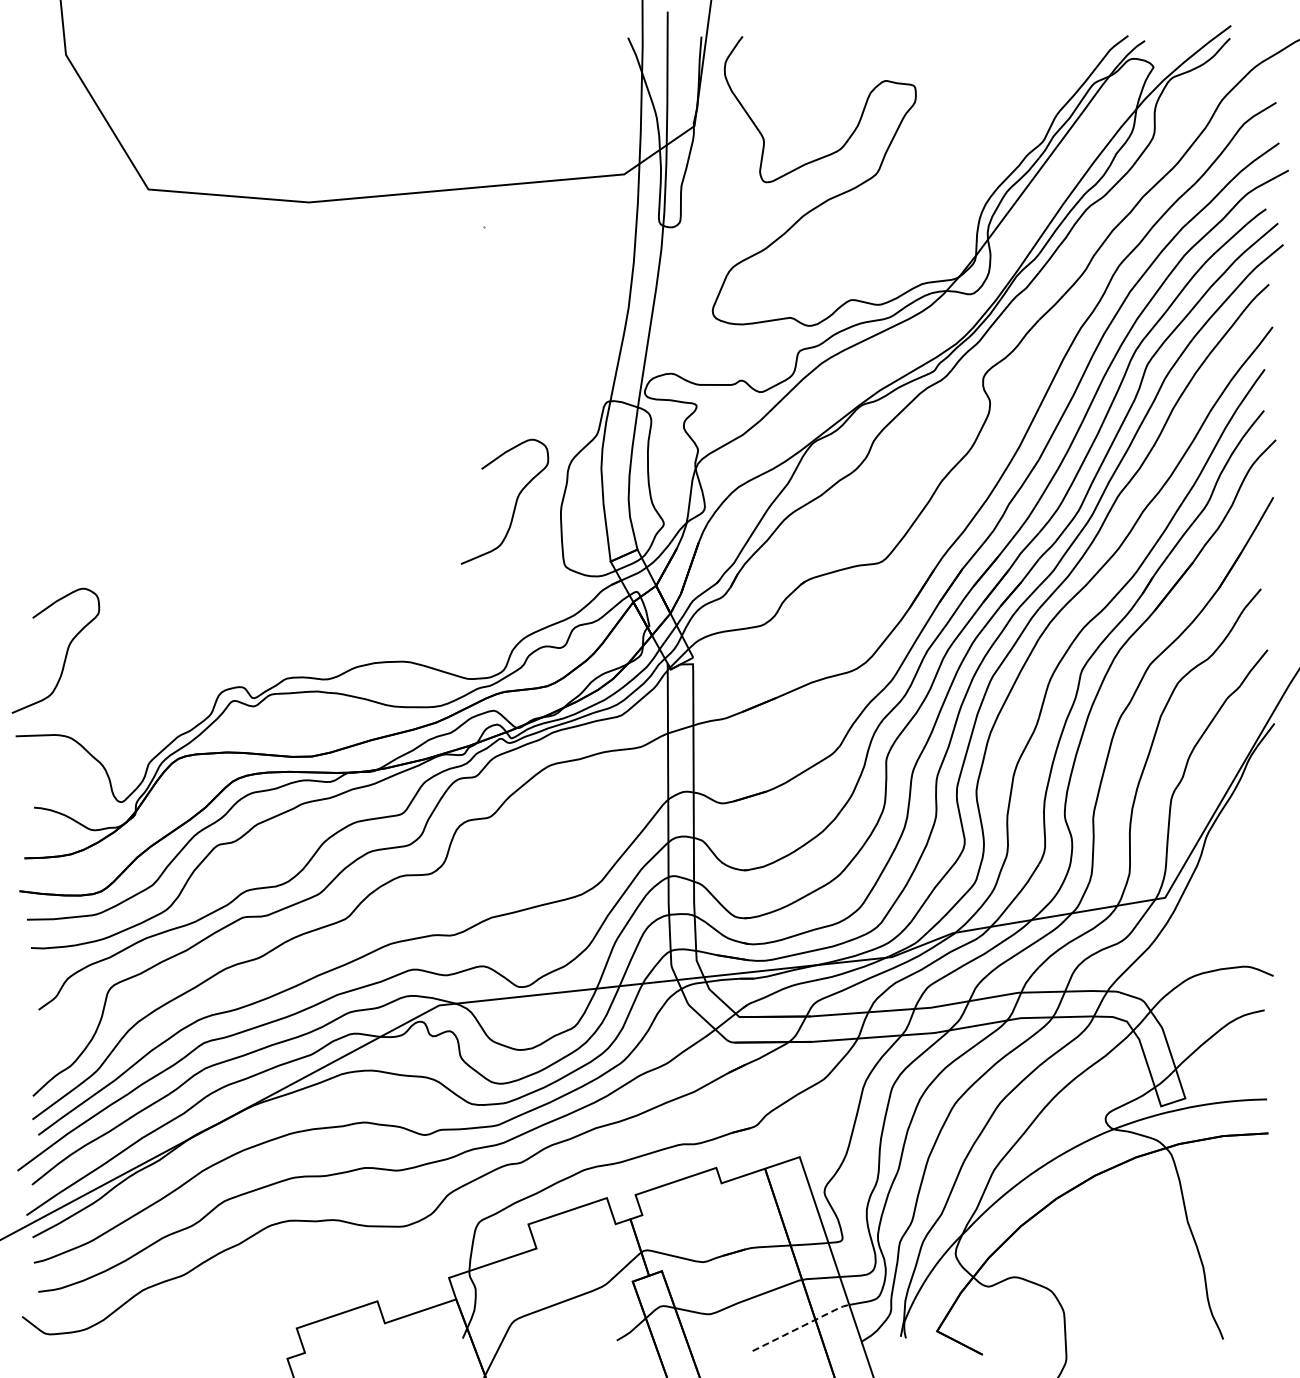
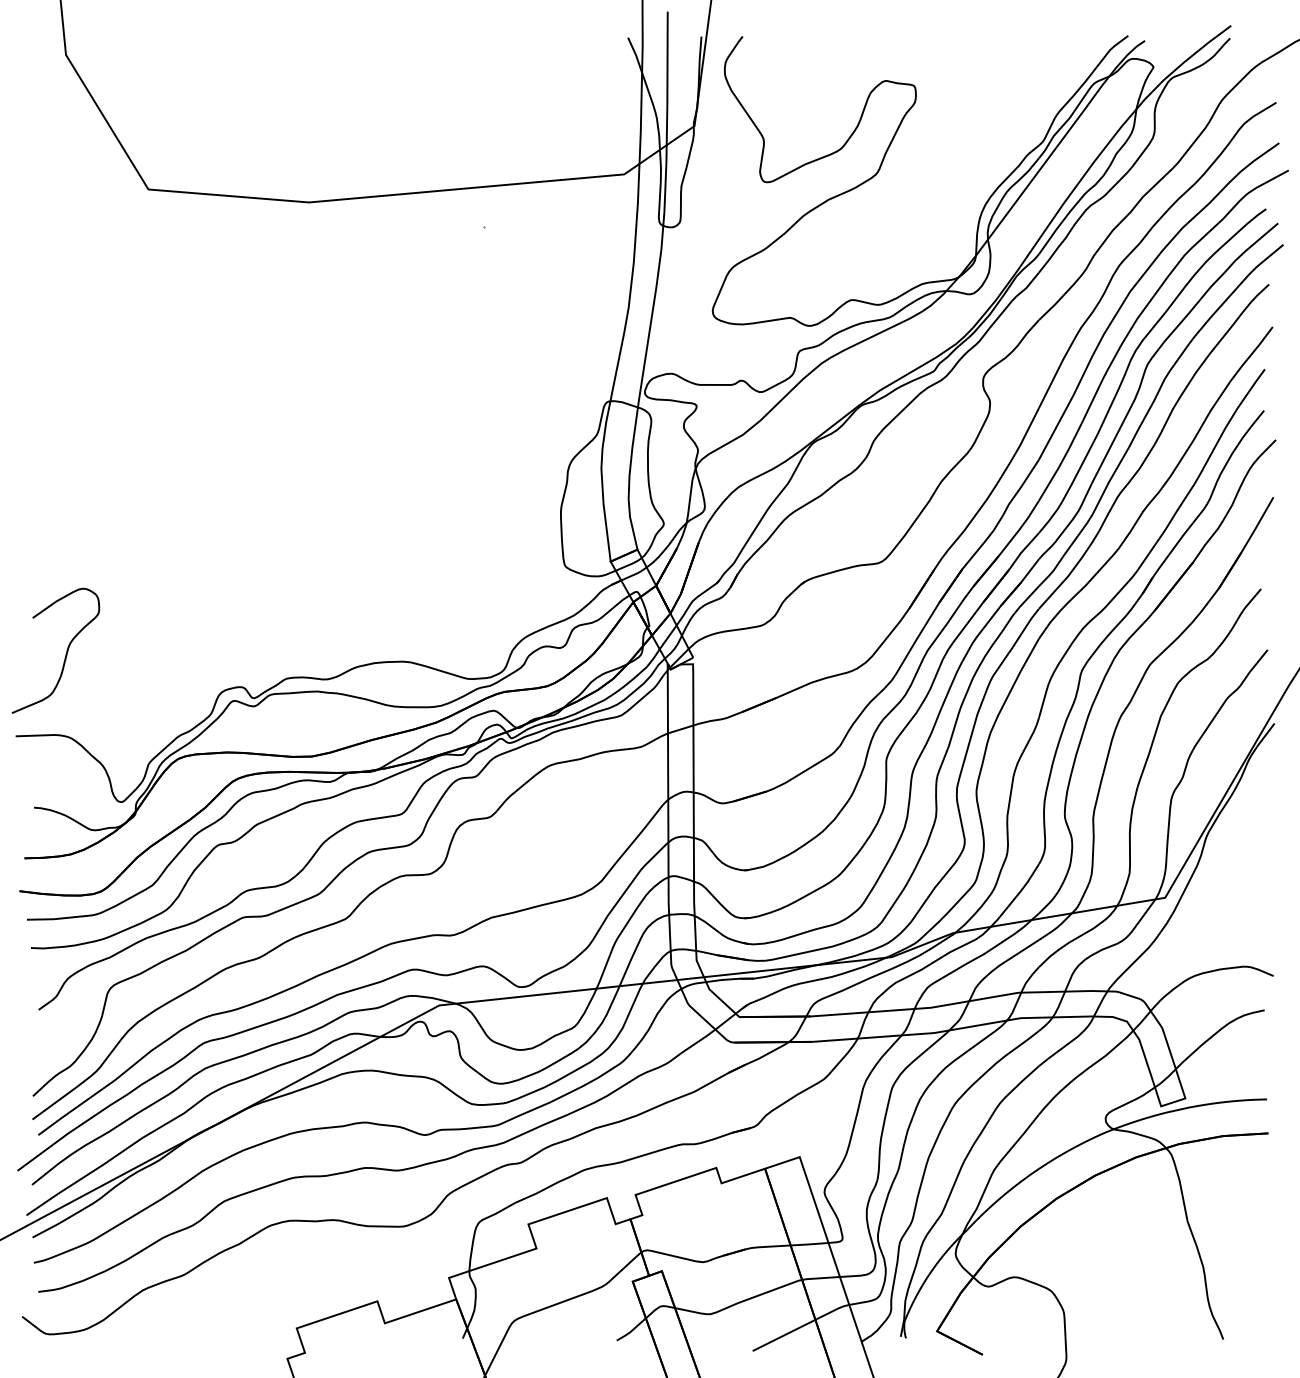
curve at (514, 504): present -> none
line at (802, 1326): dashed -> solid
